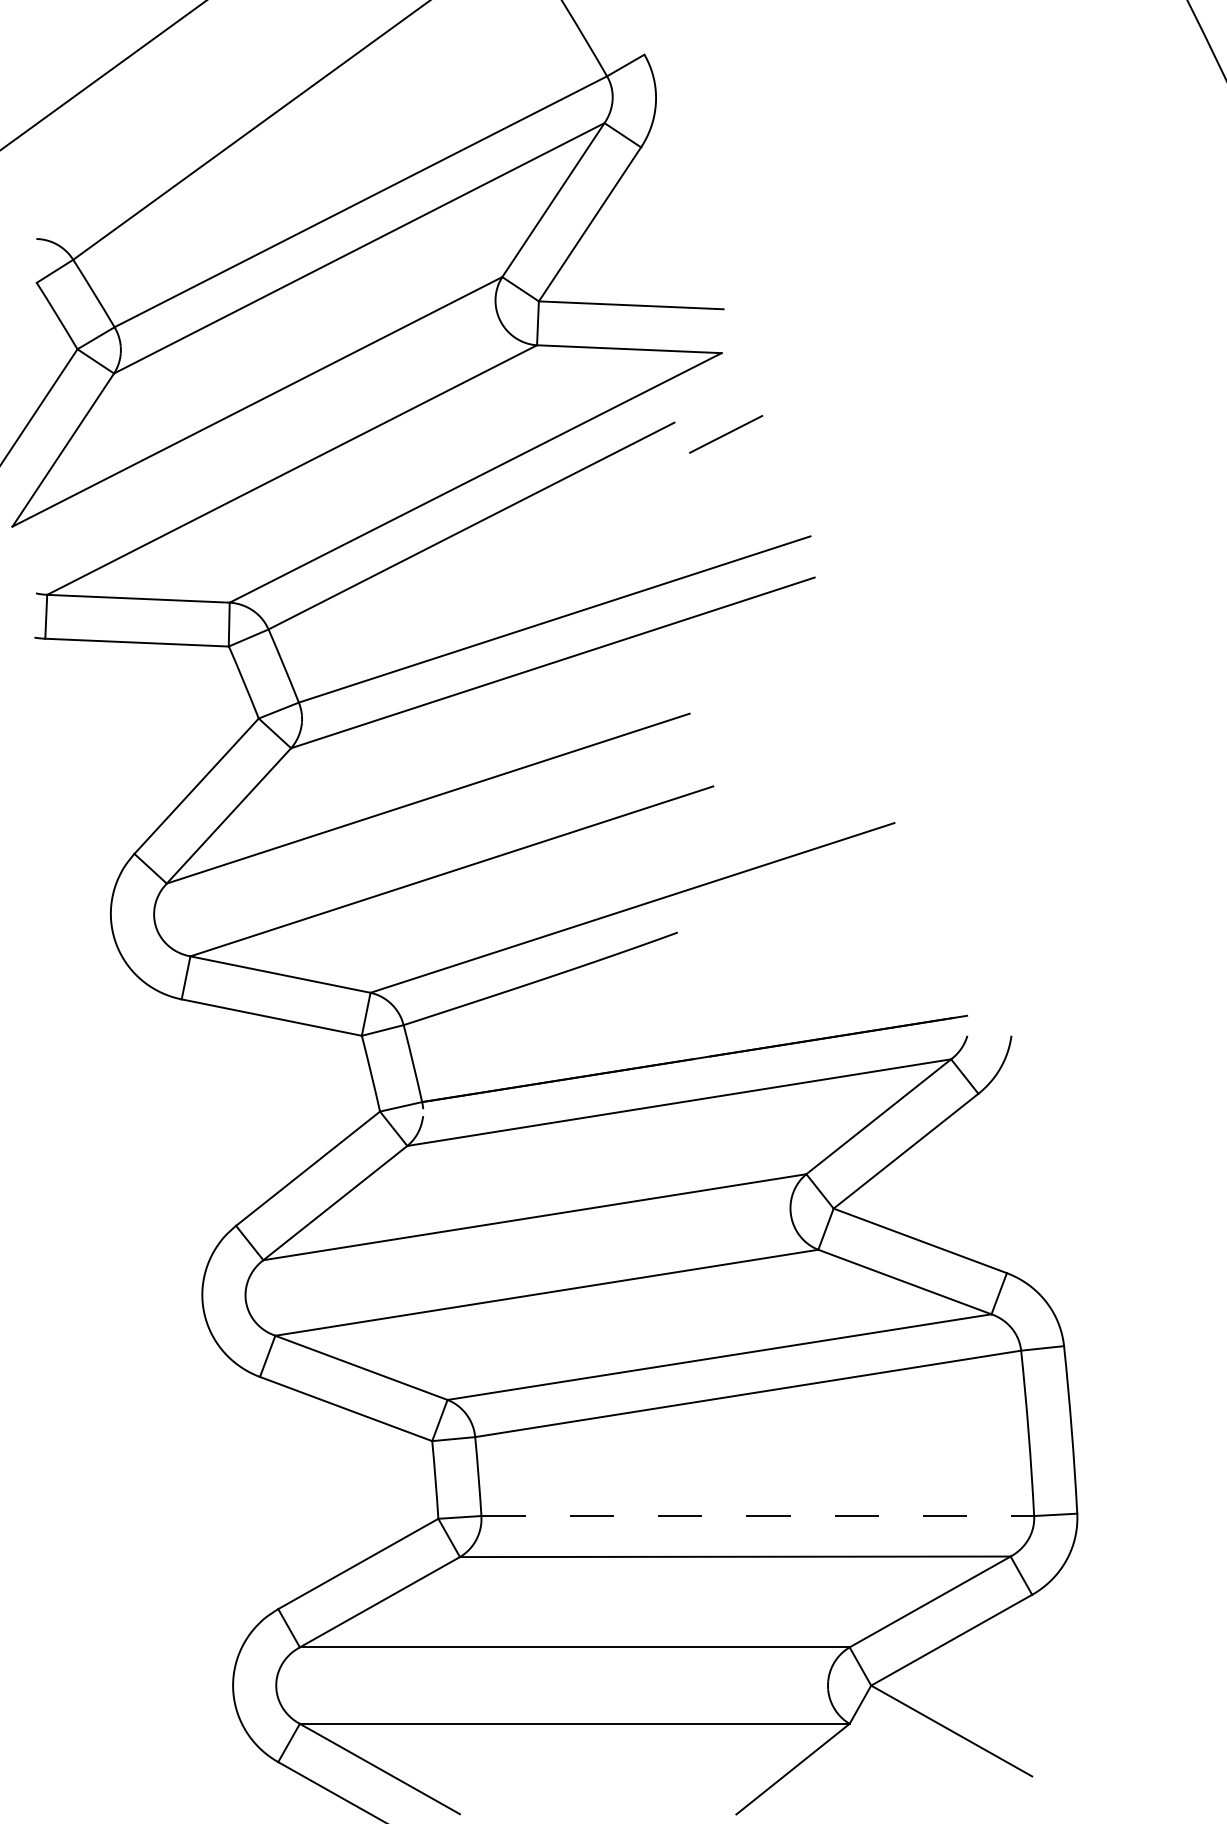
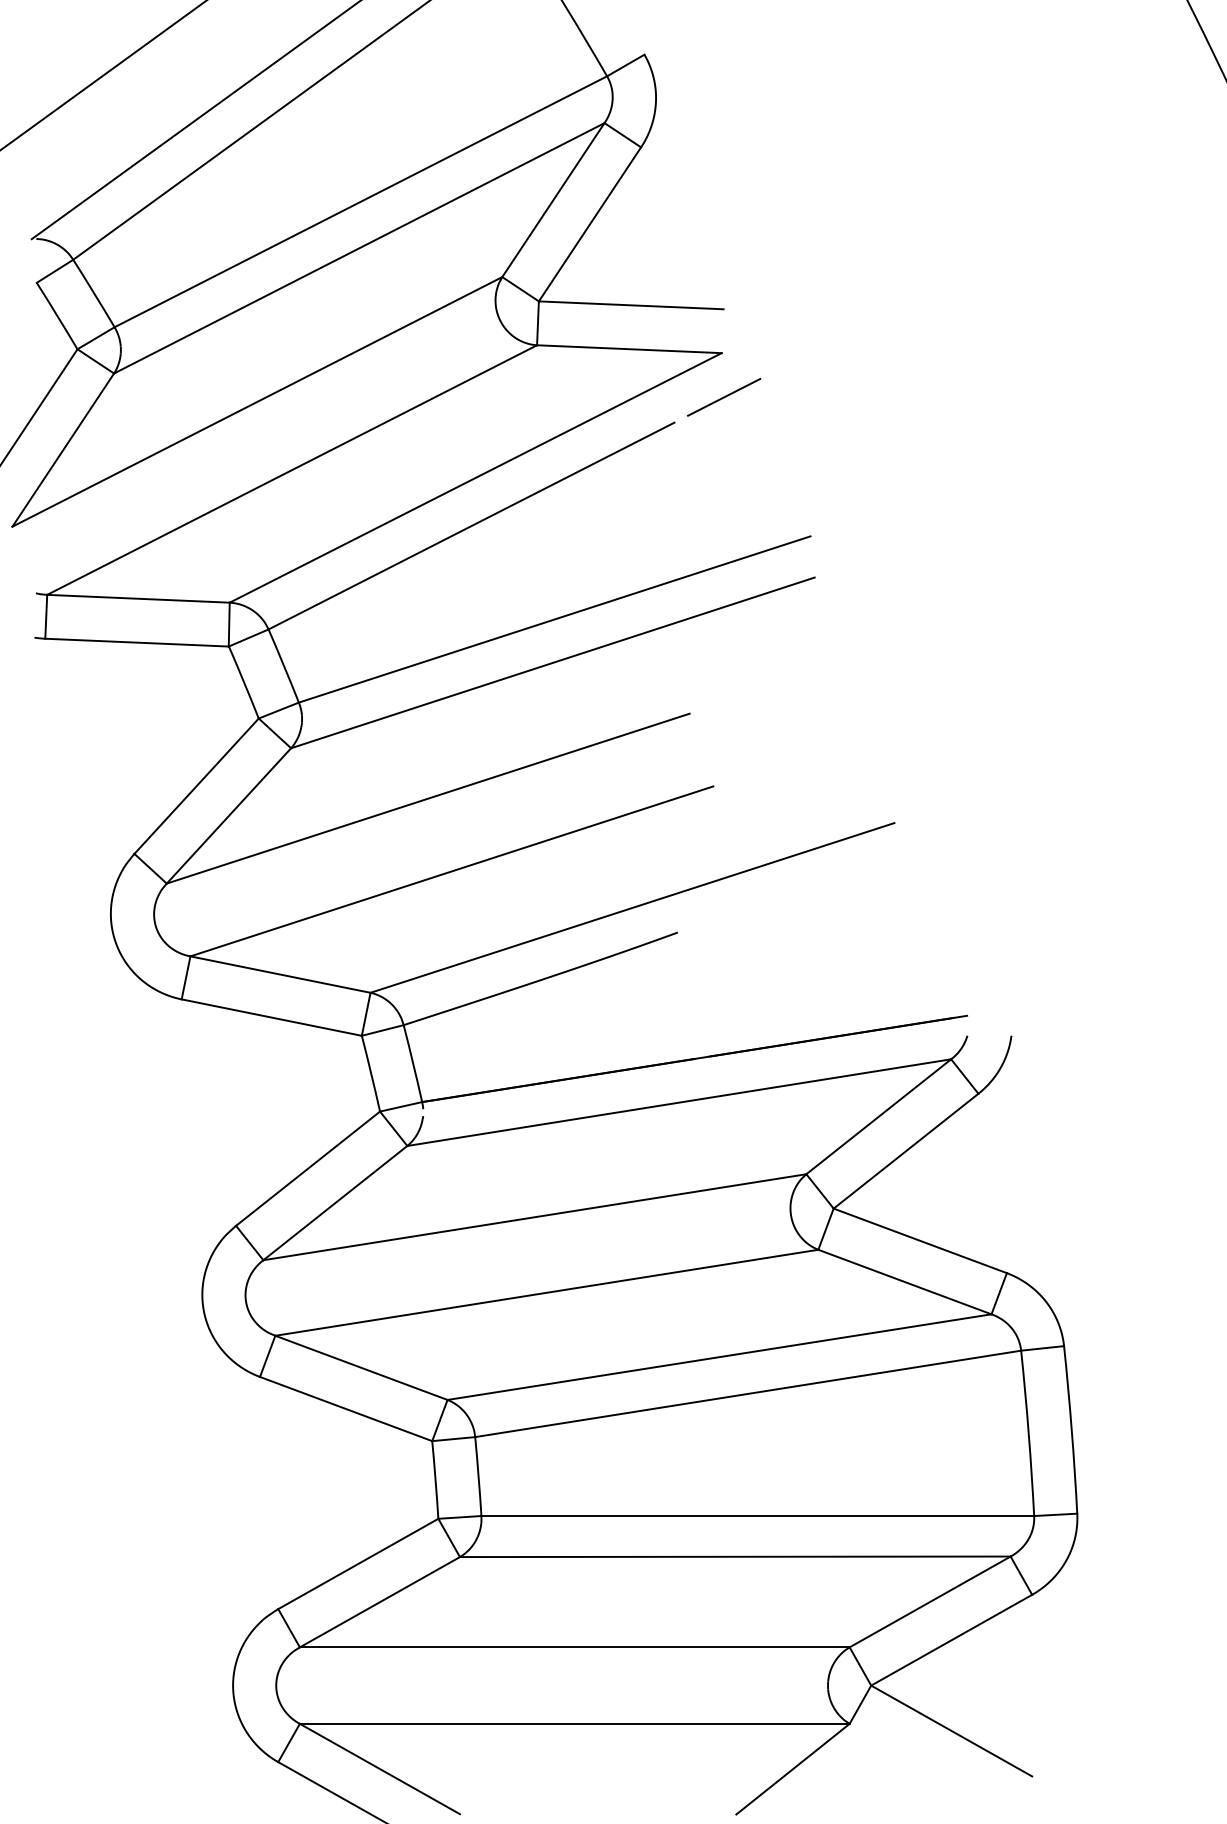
line at (194, 120): none -> present
line at (726, 434) position: (726, 434) -> (724, 397)
line at (758, 1516): dashed -> solid
